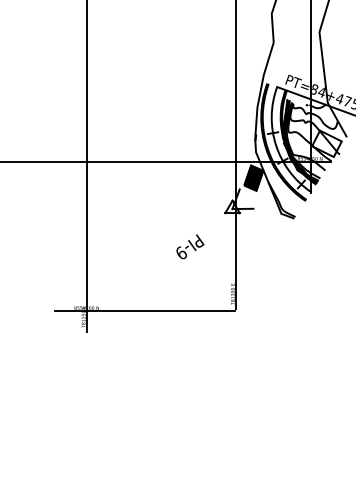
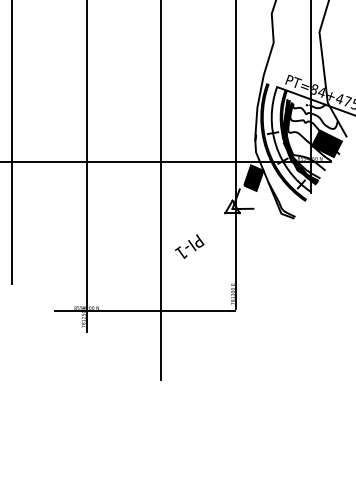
line at (12, 142): none -> present
hatch at (326, 143): none -> present
line at (161, 191): none -> present
text at (181, 252): PI-9 -> PI-1
